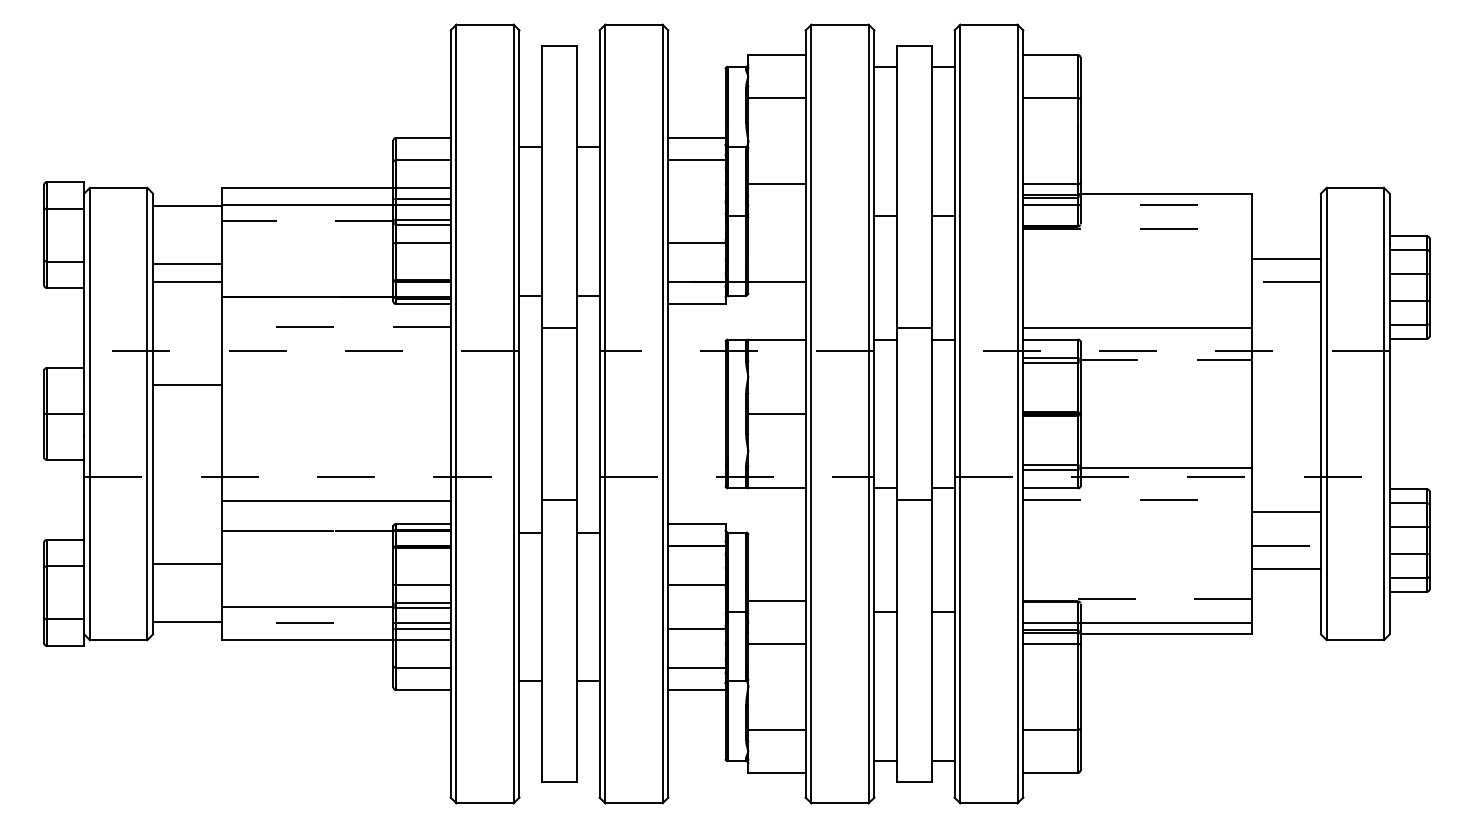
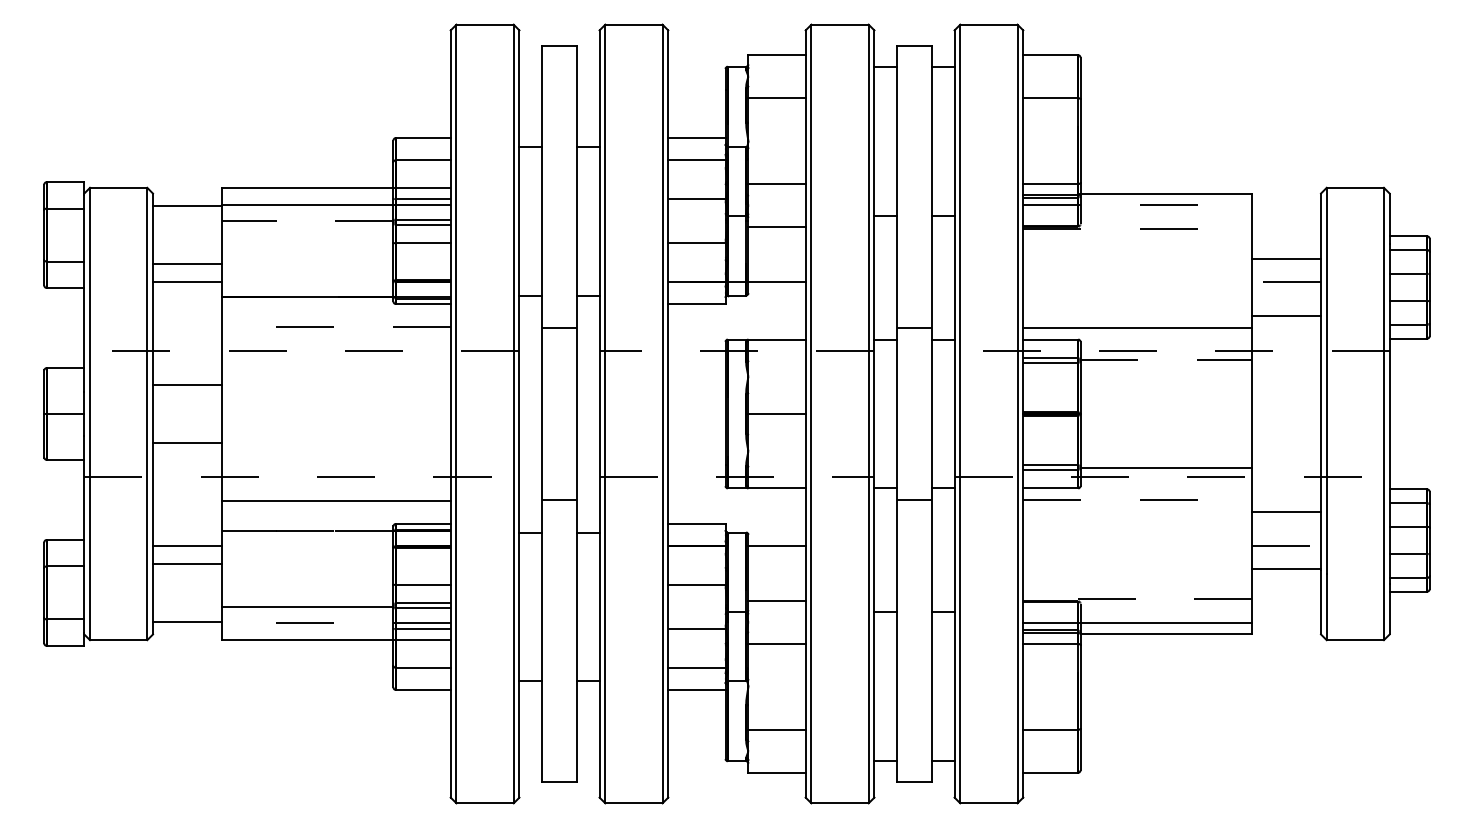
line at (696, 198): none -> present
line at (776, 227): none -> present
line at (1286, 316): none -> present
line at (187, 442): none -> present
line at (187, 545): none -> present
line at (776, 545): none -> present
